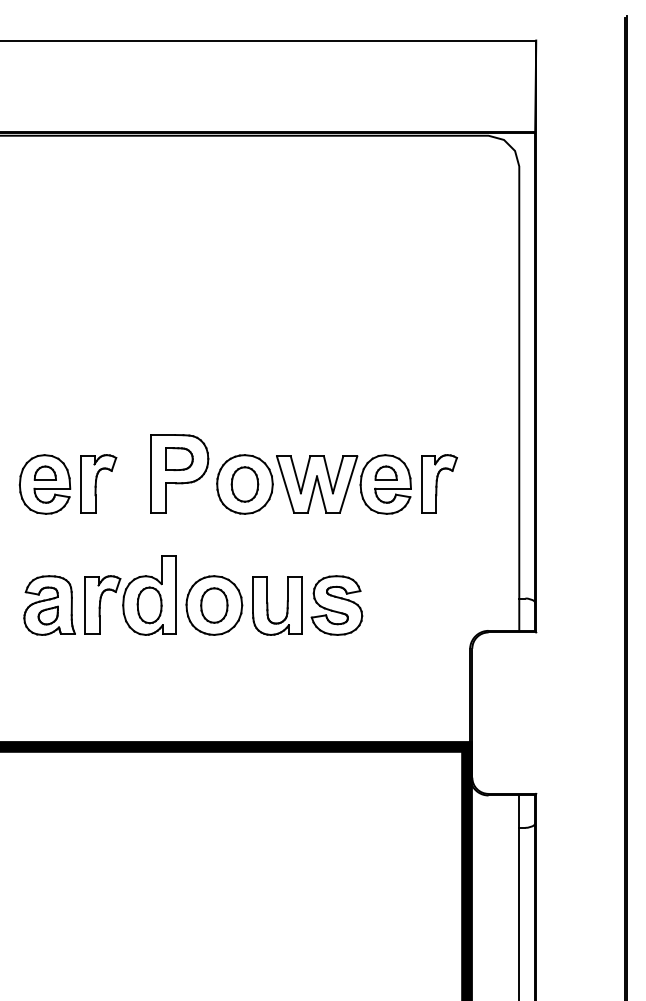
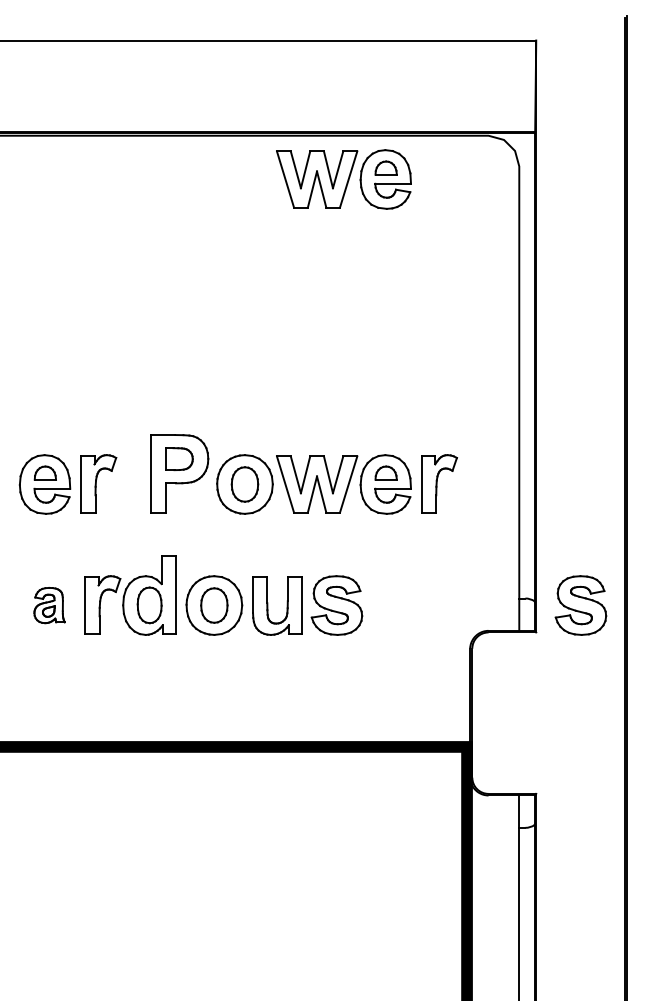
part at (343, 179): none -> present
part at (49, 605) size: 53x61 px -> 33x38 px
part at (580, 605): none -> present
